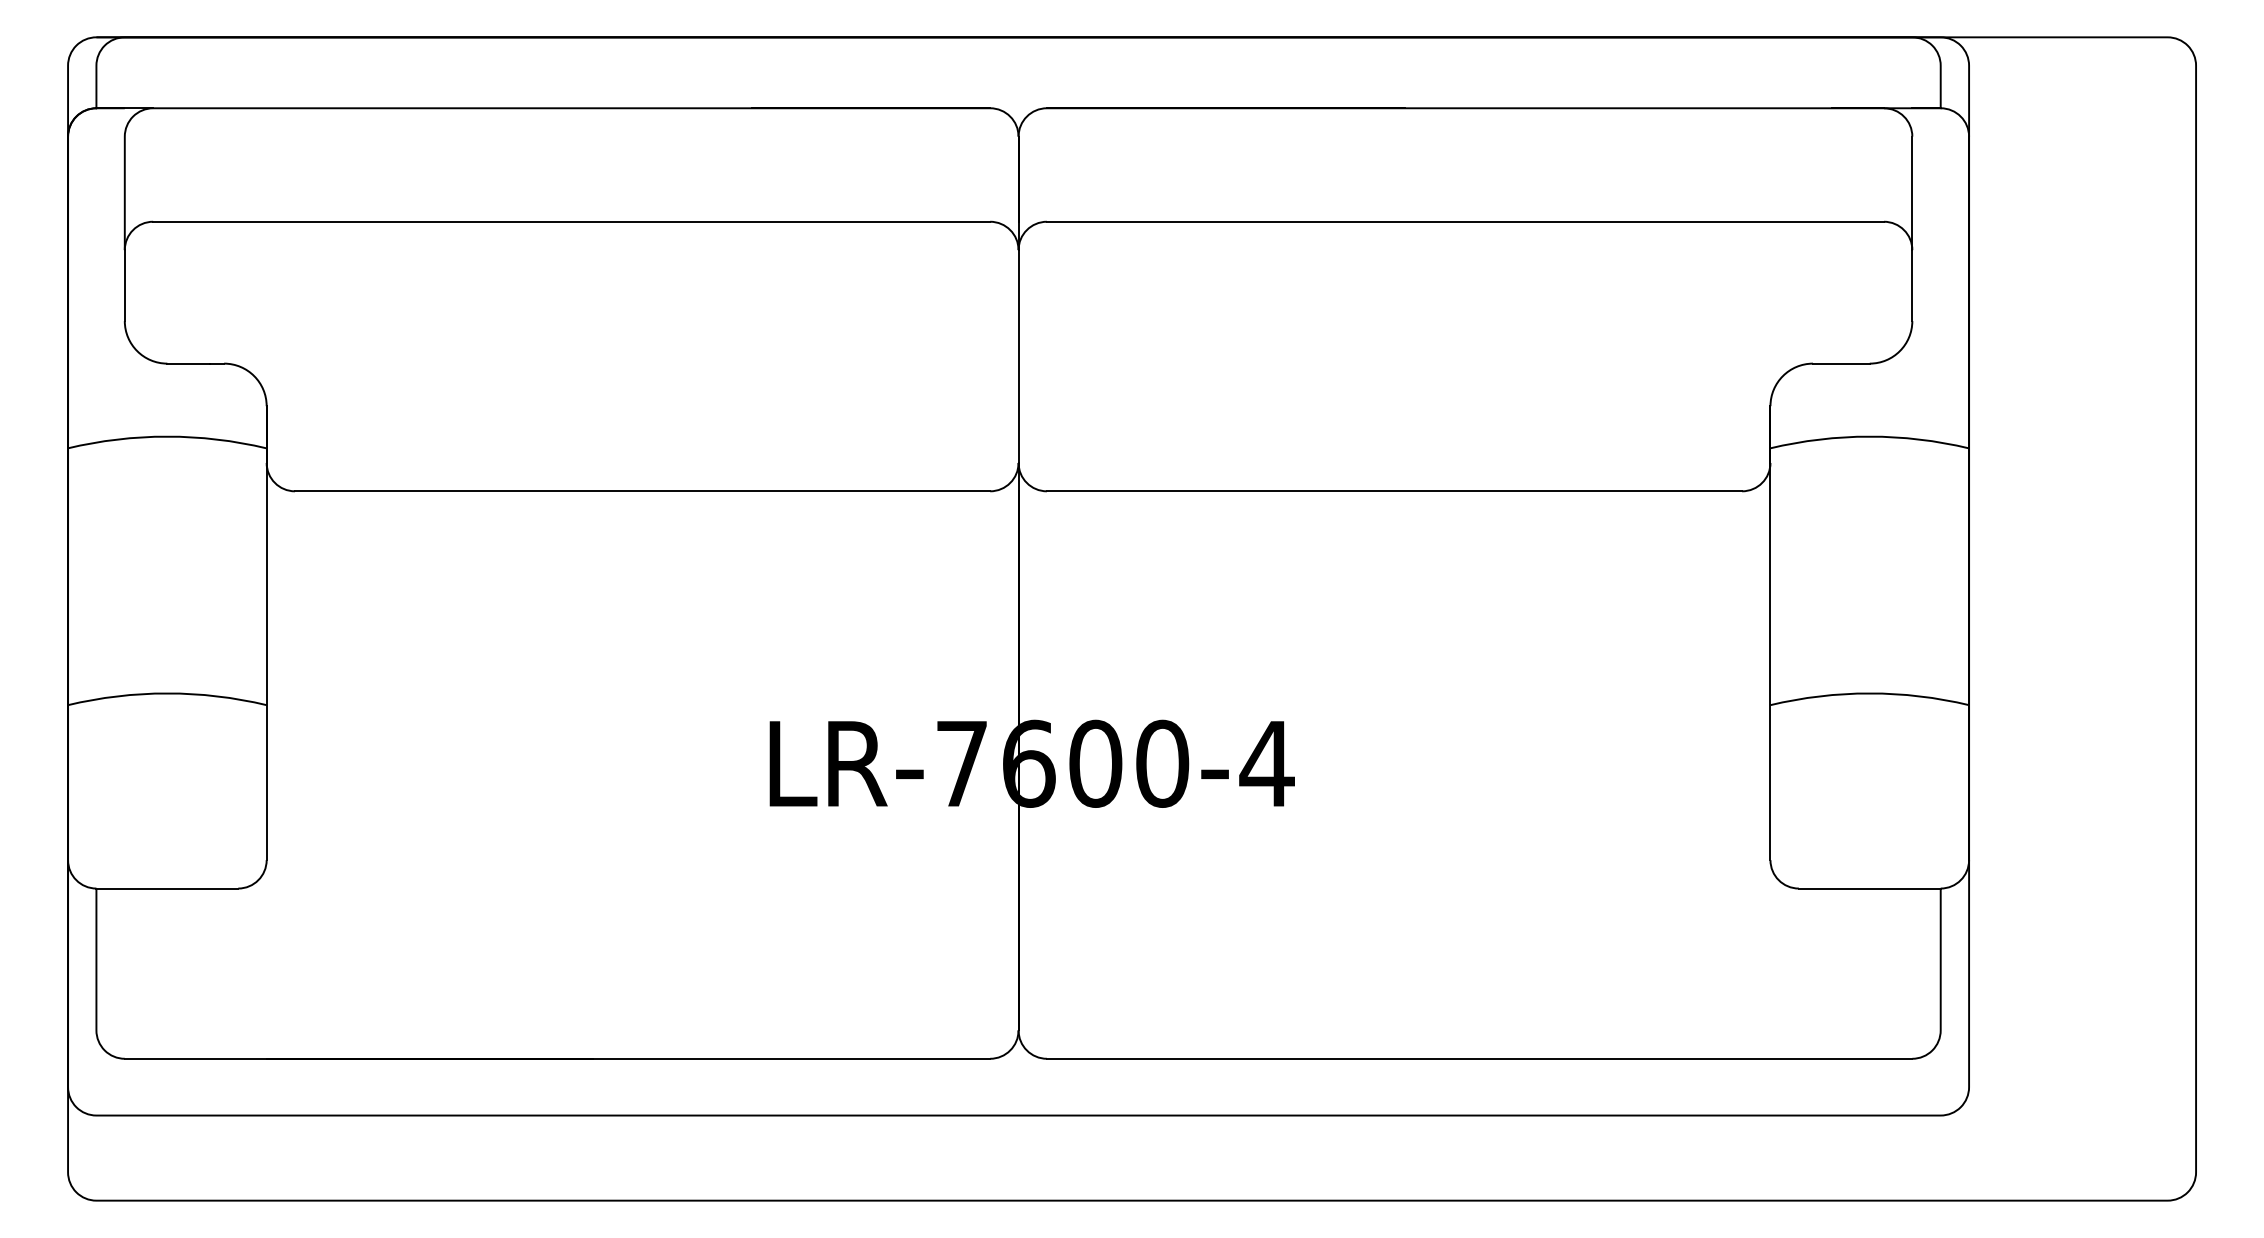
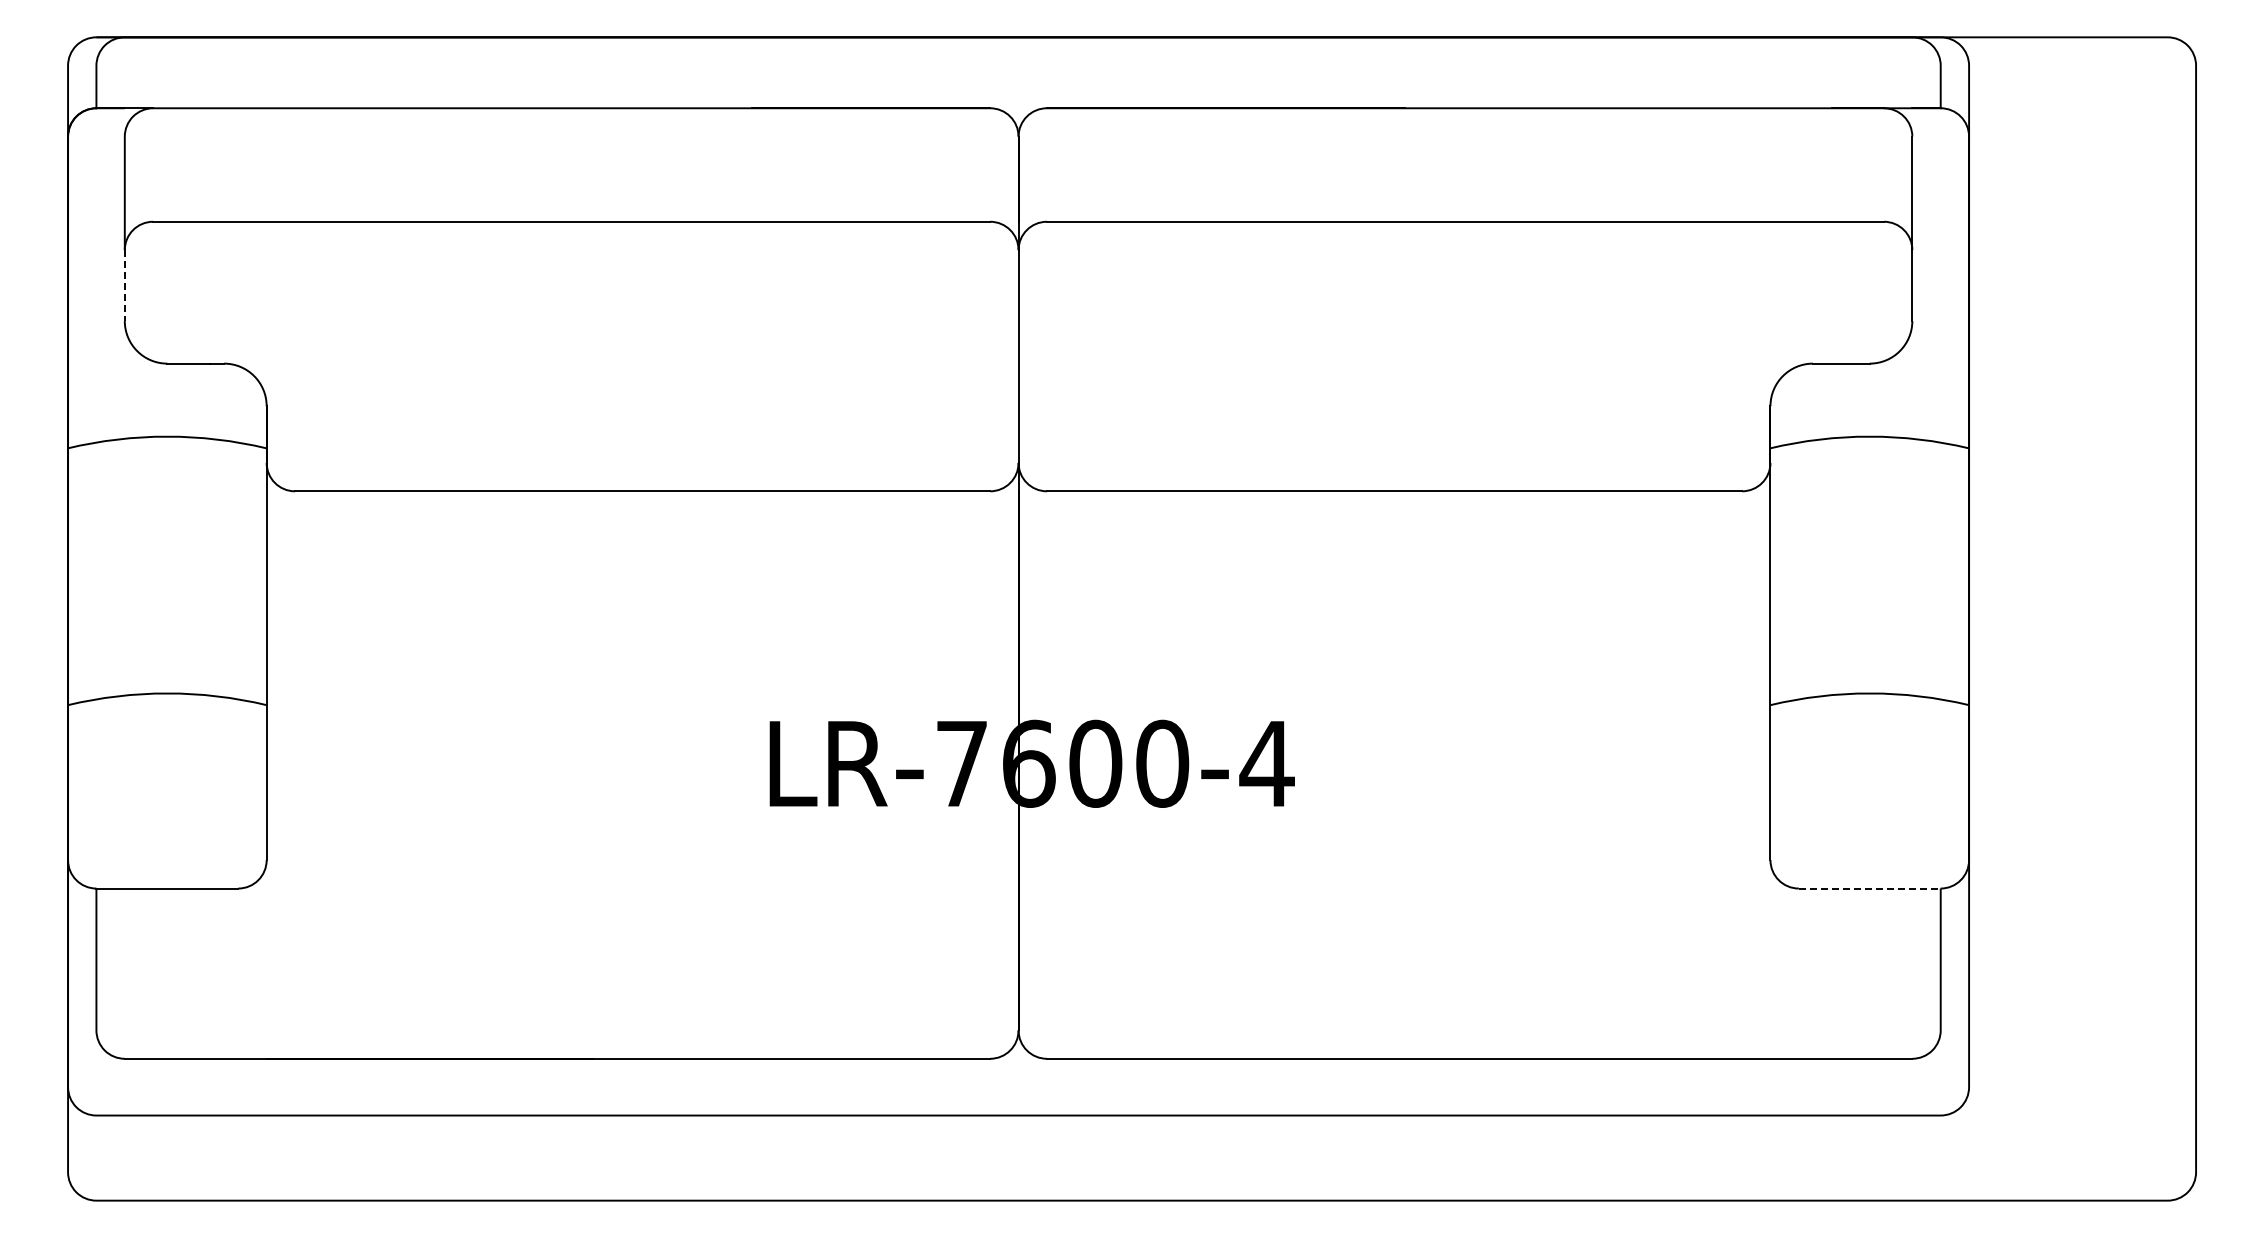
line at (124, 286): solid -> dashed
line at (1869, 888): solid -> dashed
